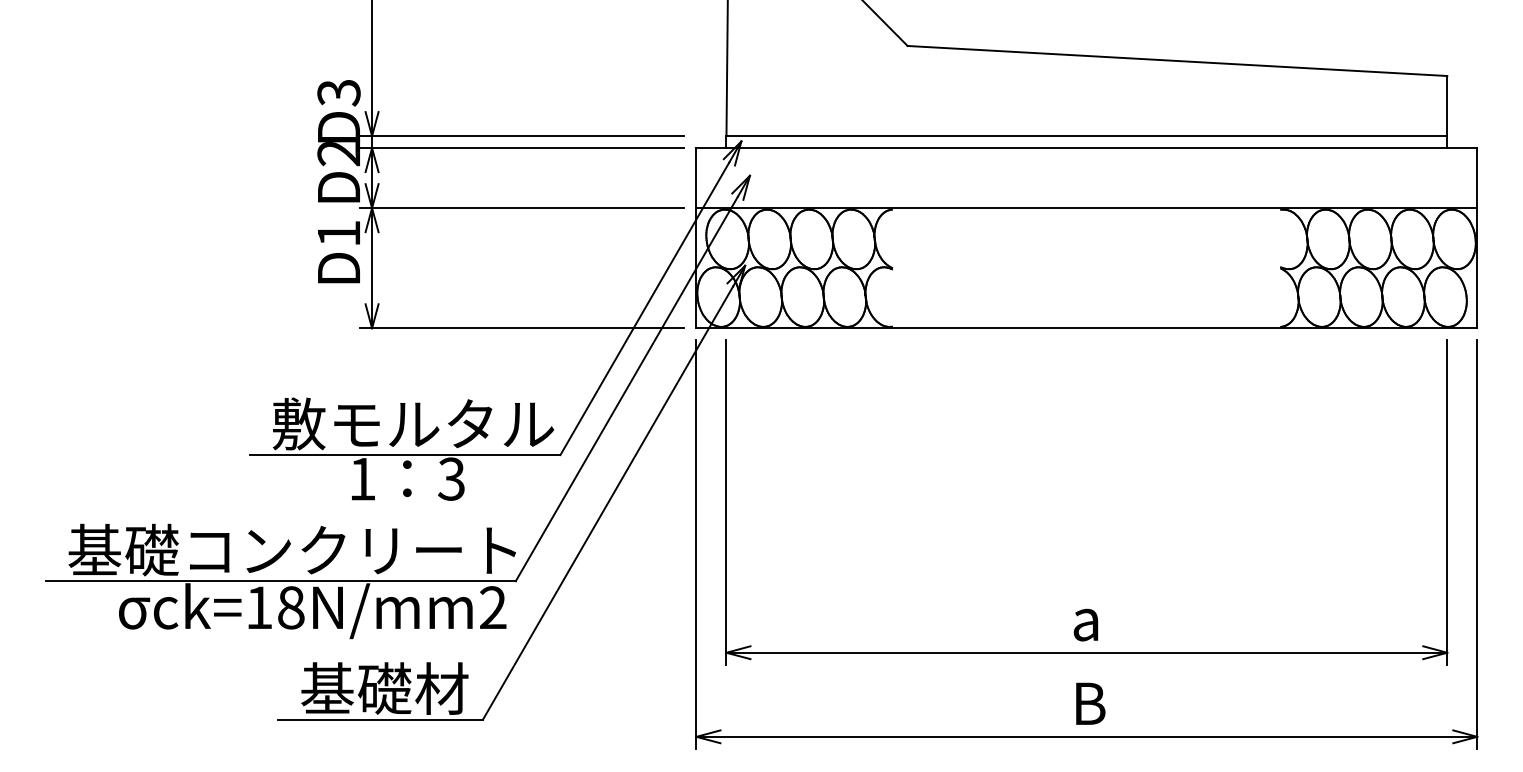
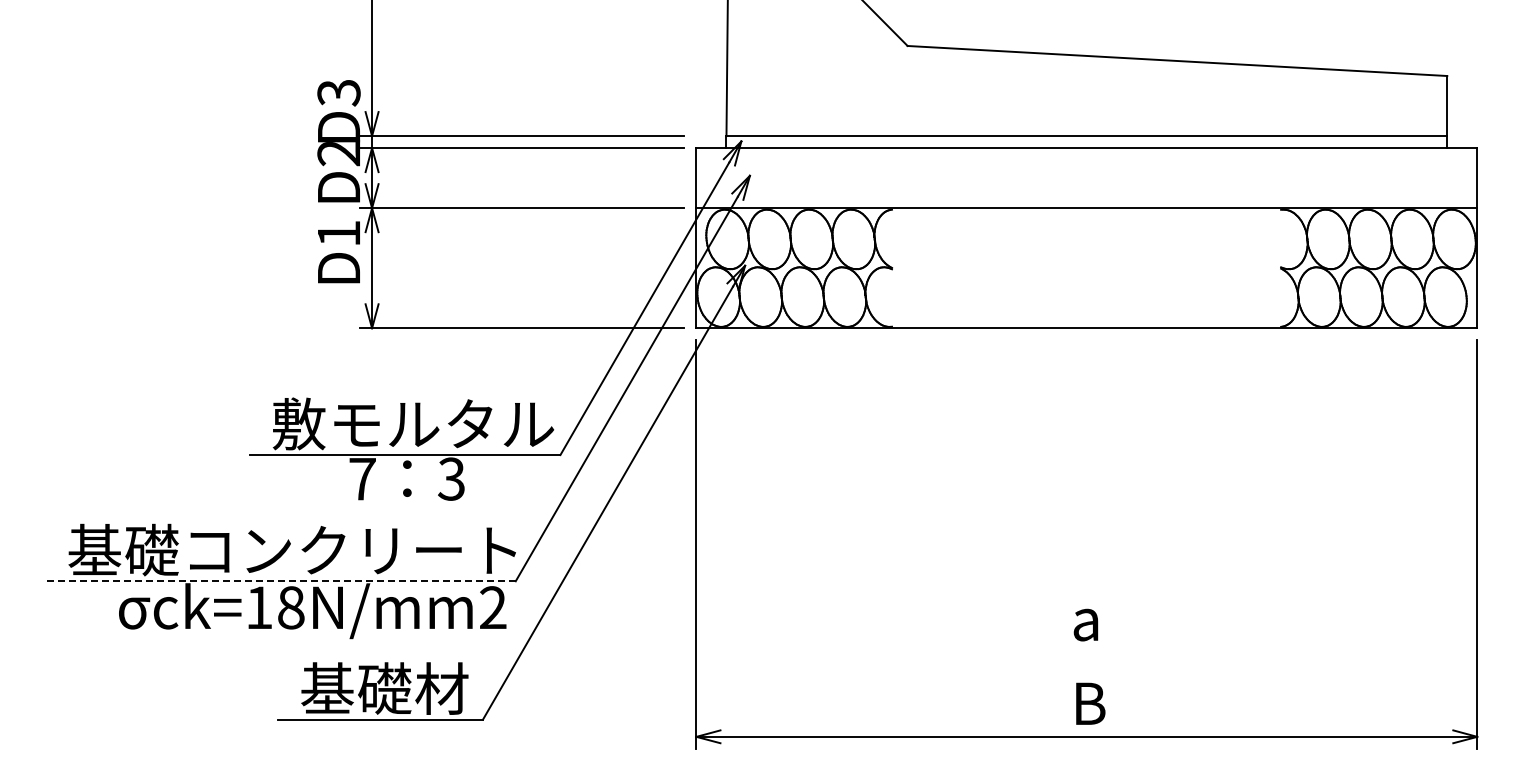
text at (362, 479): 1 -> 7
line at (280, 581): solid -> dashed
part at (1086, 652): present -> none
